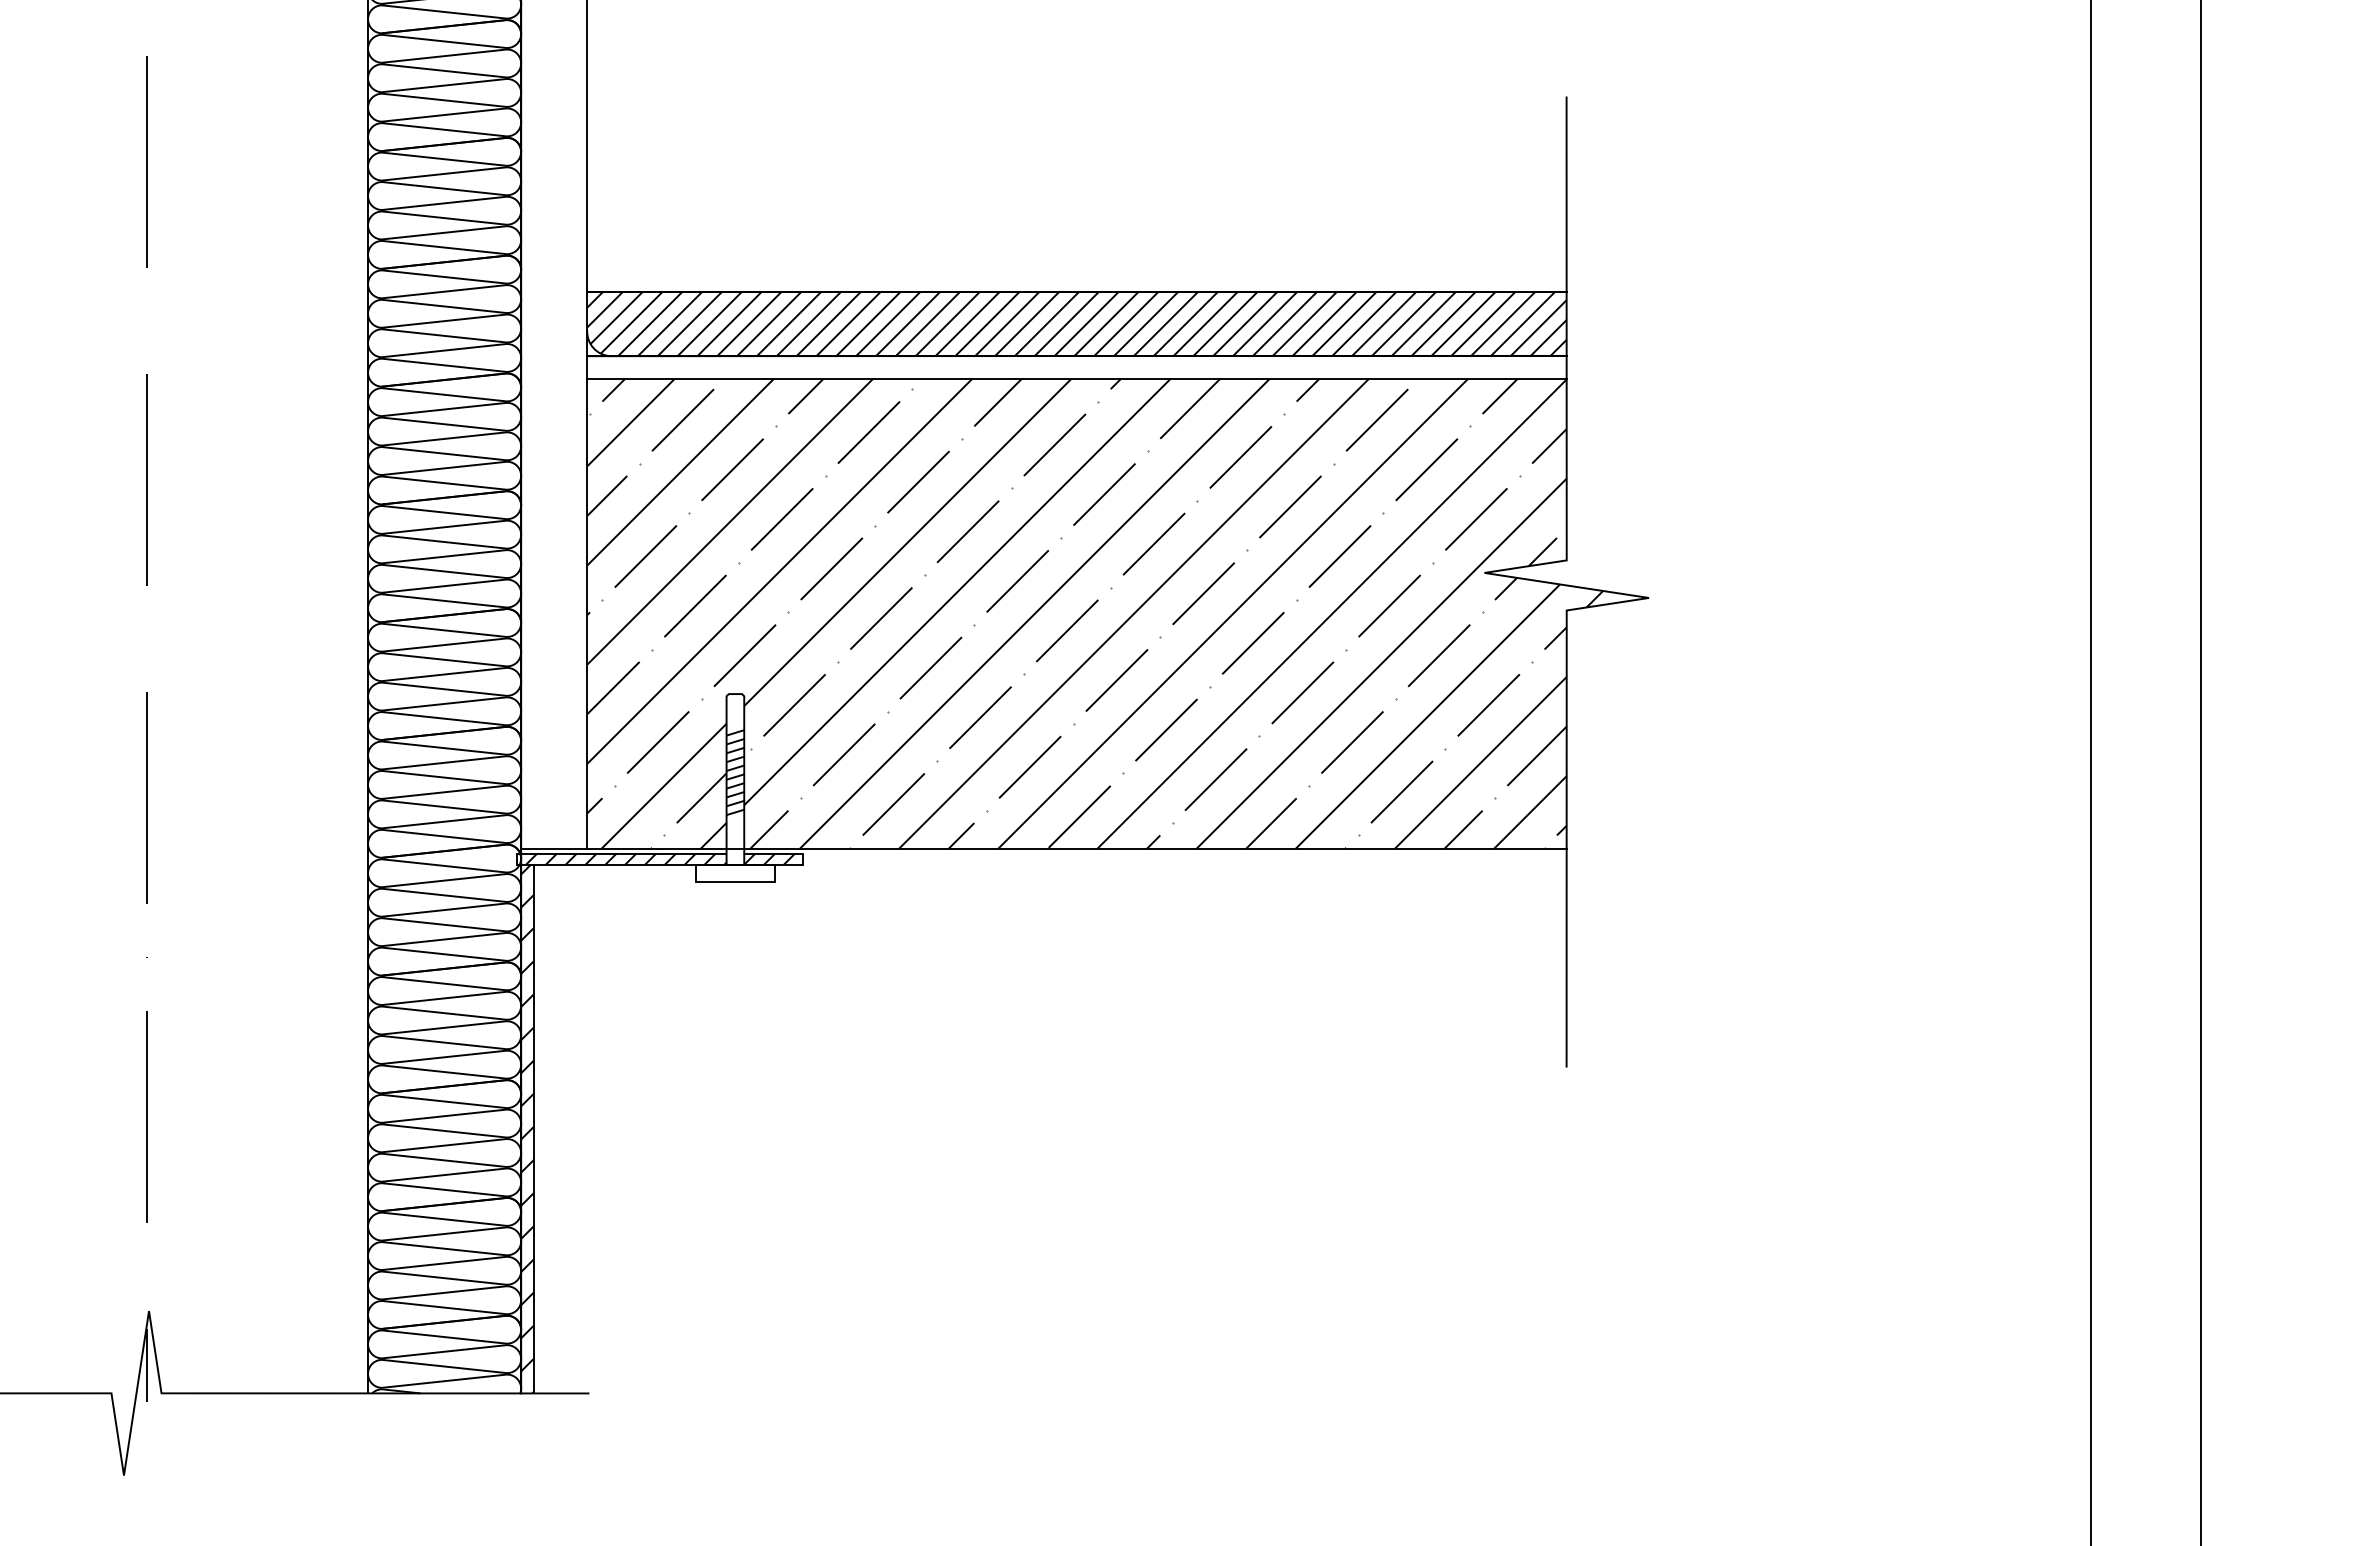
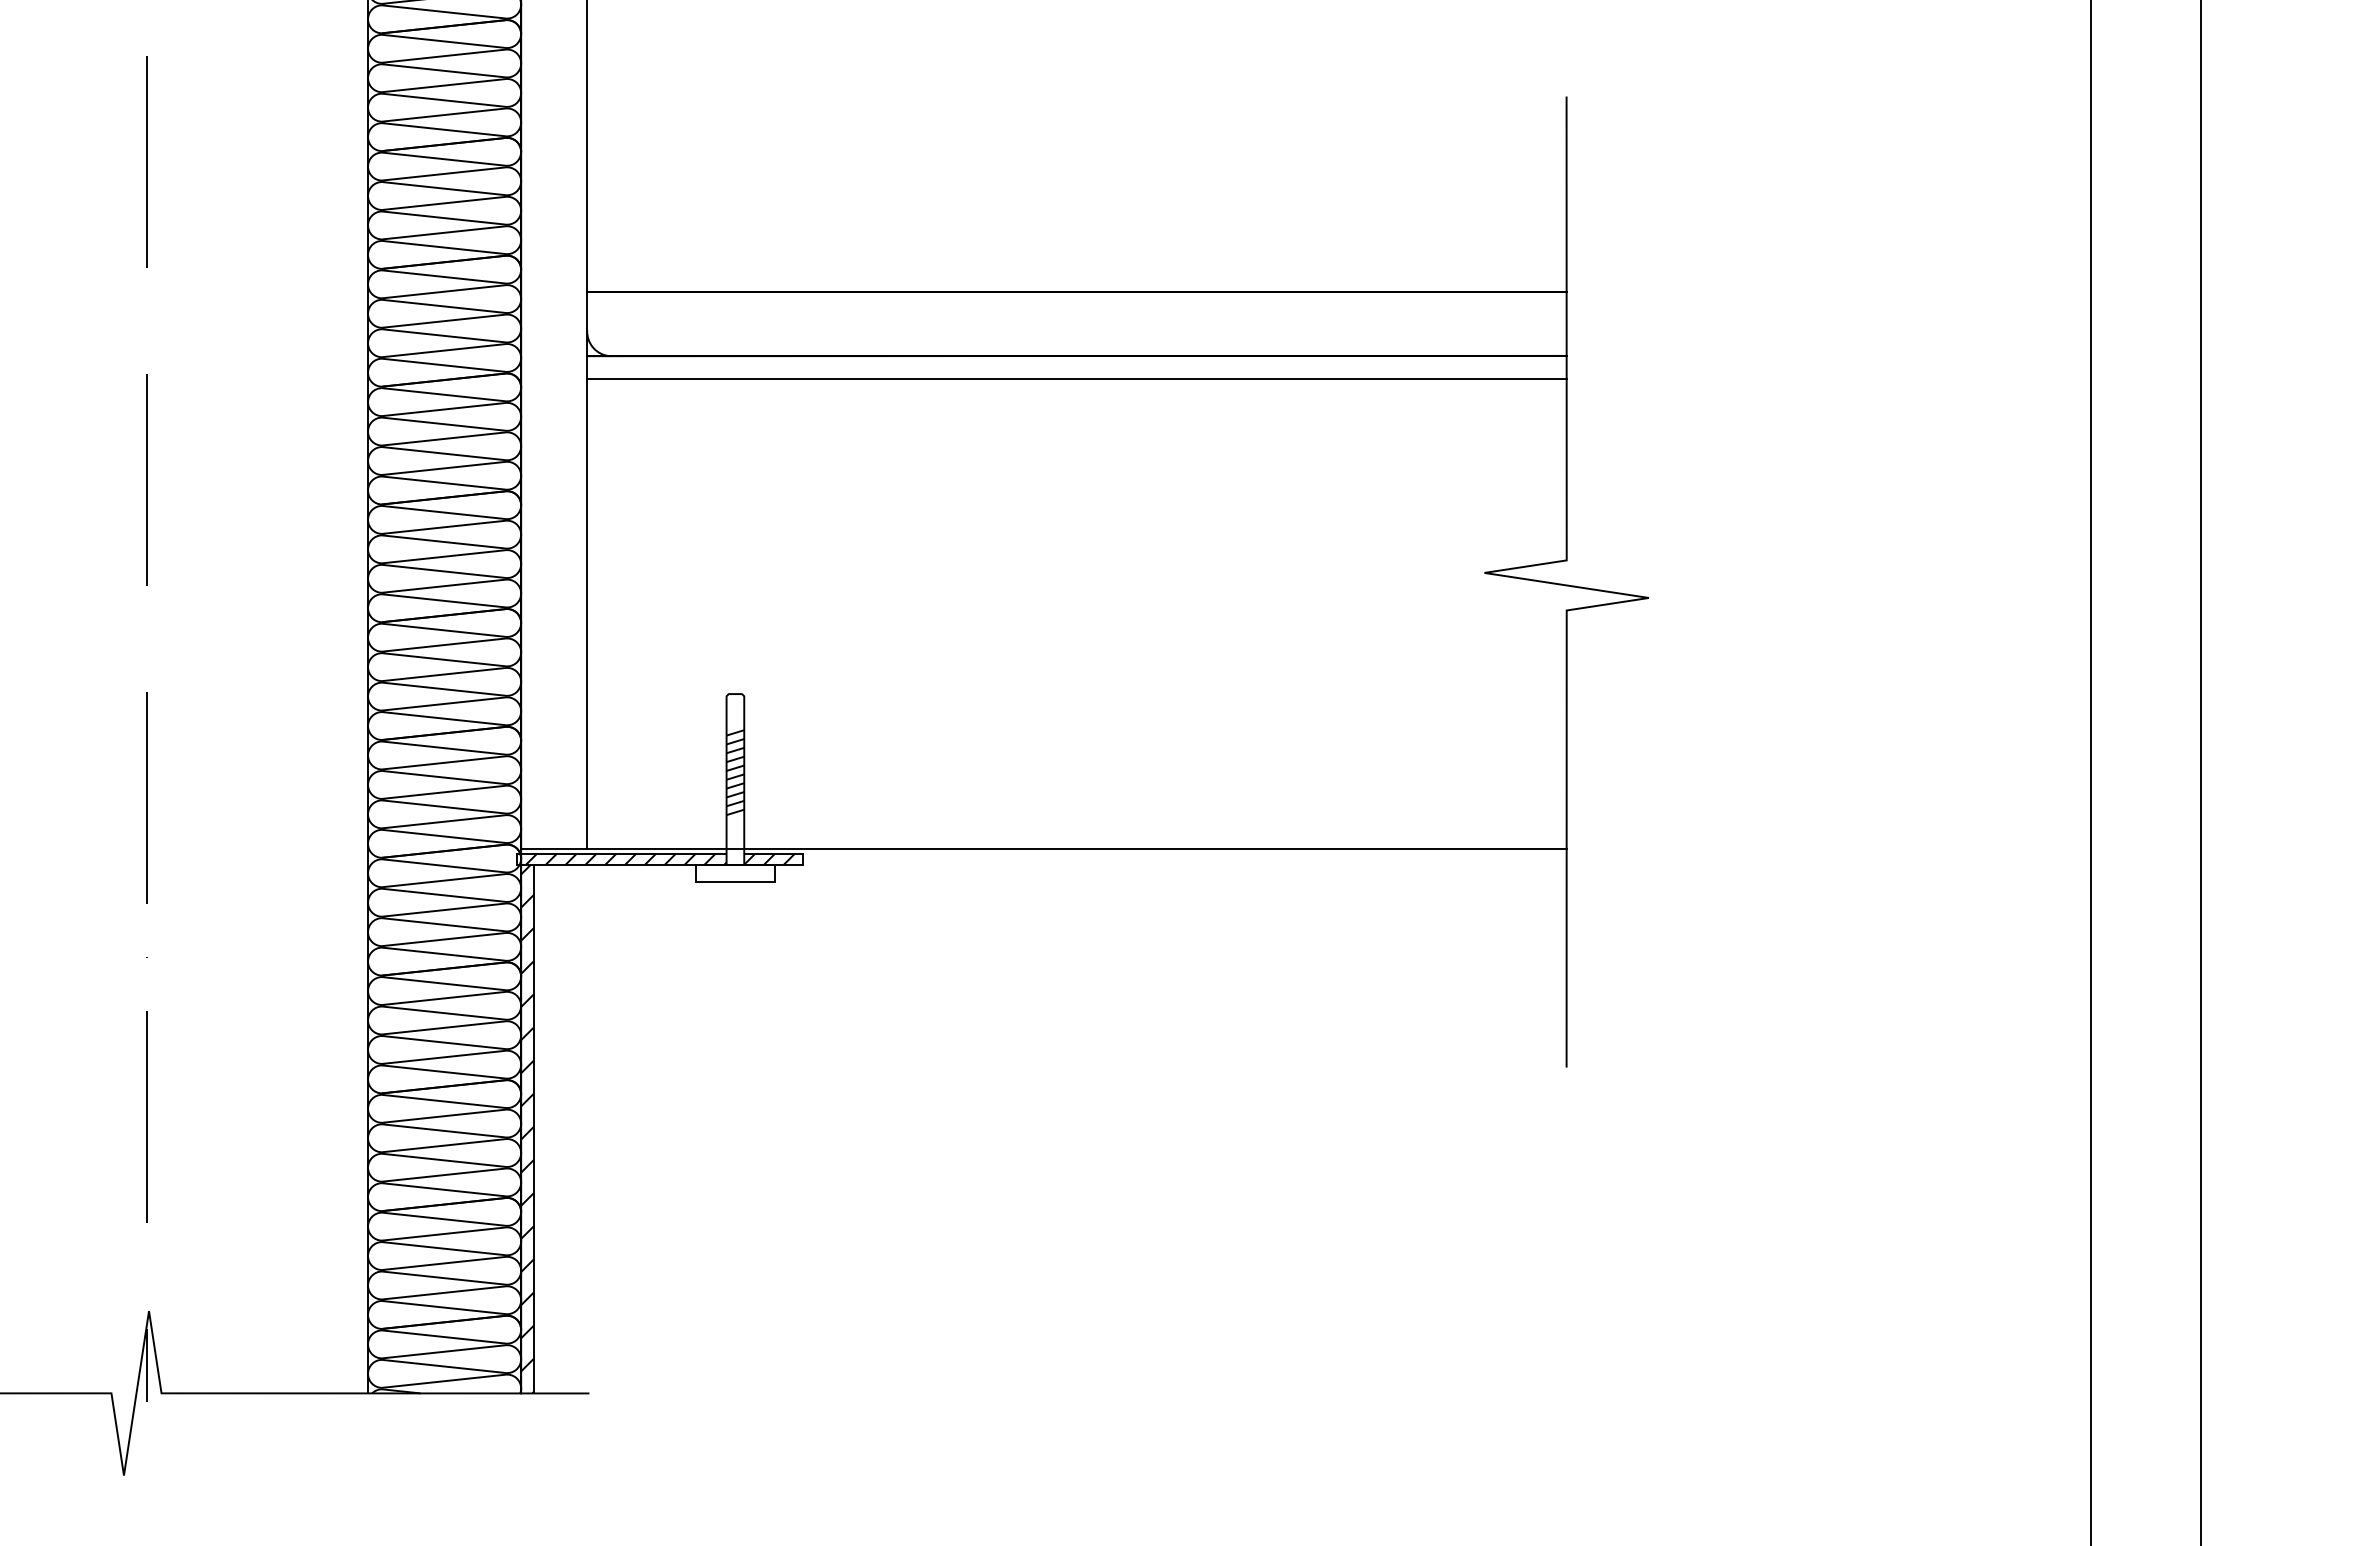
hatch at (1076, 323): present -> none
hatch at (1116, 613): present -> none
